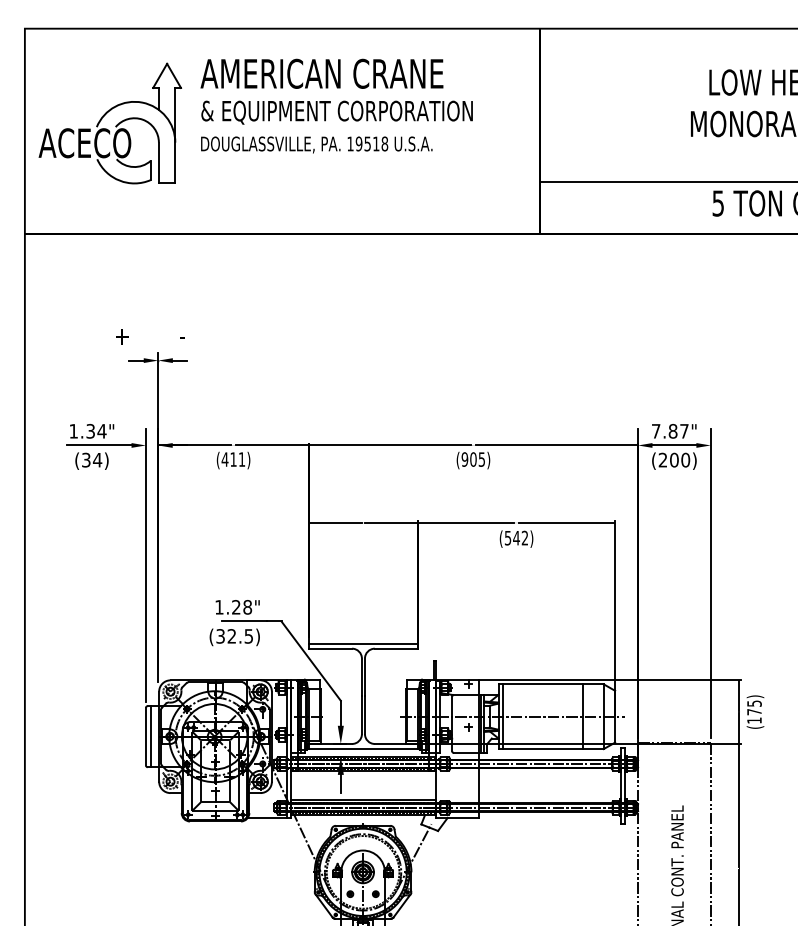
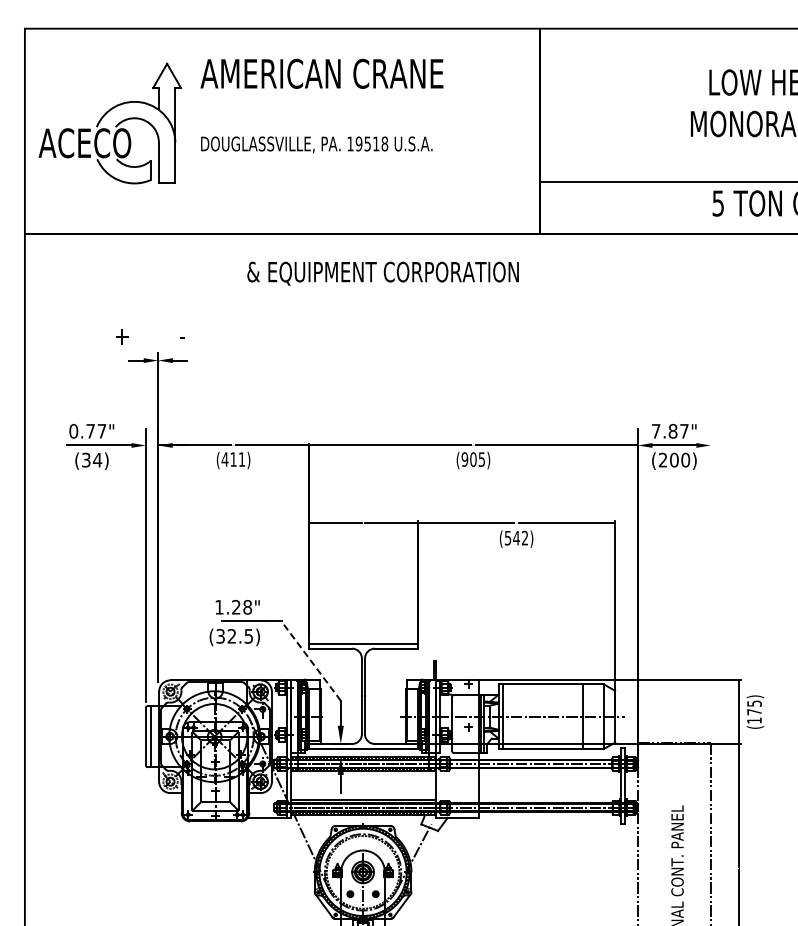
text at (336, 112) position: (336, 112) -> (382, 273)
text at (87, 430): 1.34" -> 0.77"
line at (710, 582): present -> none
line at (311, 661): solid -> dashed
